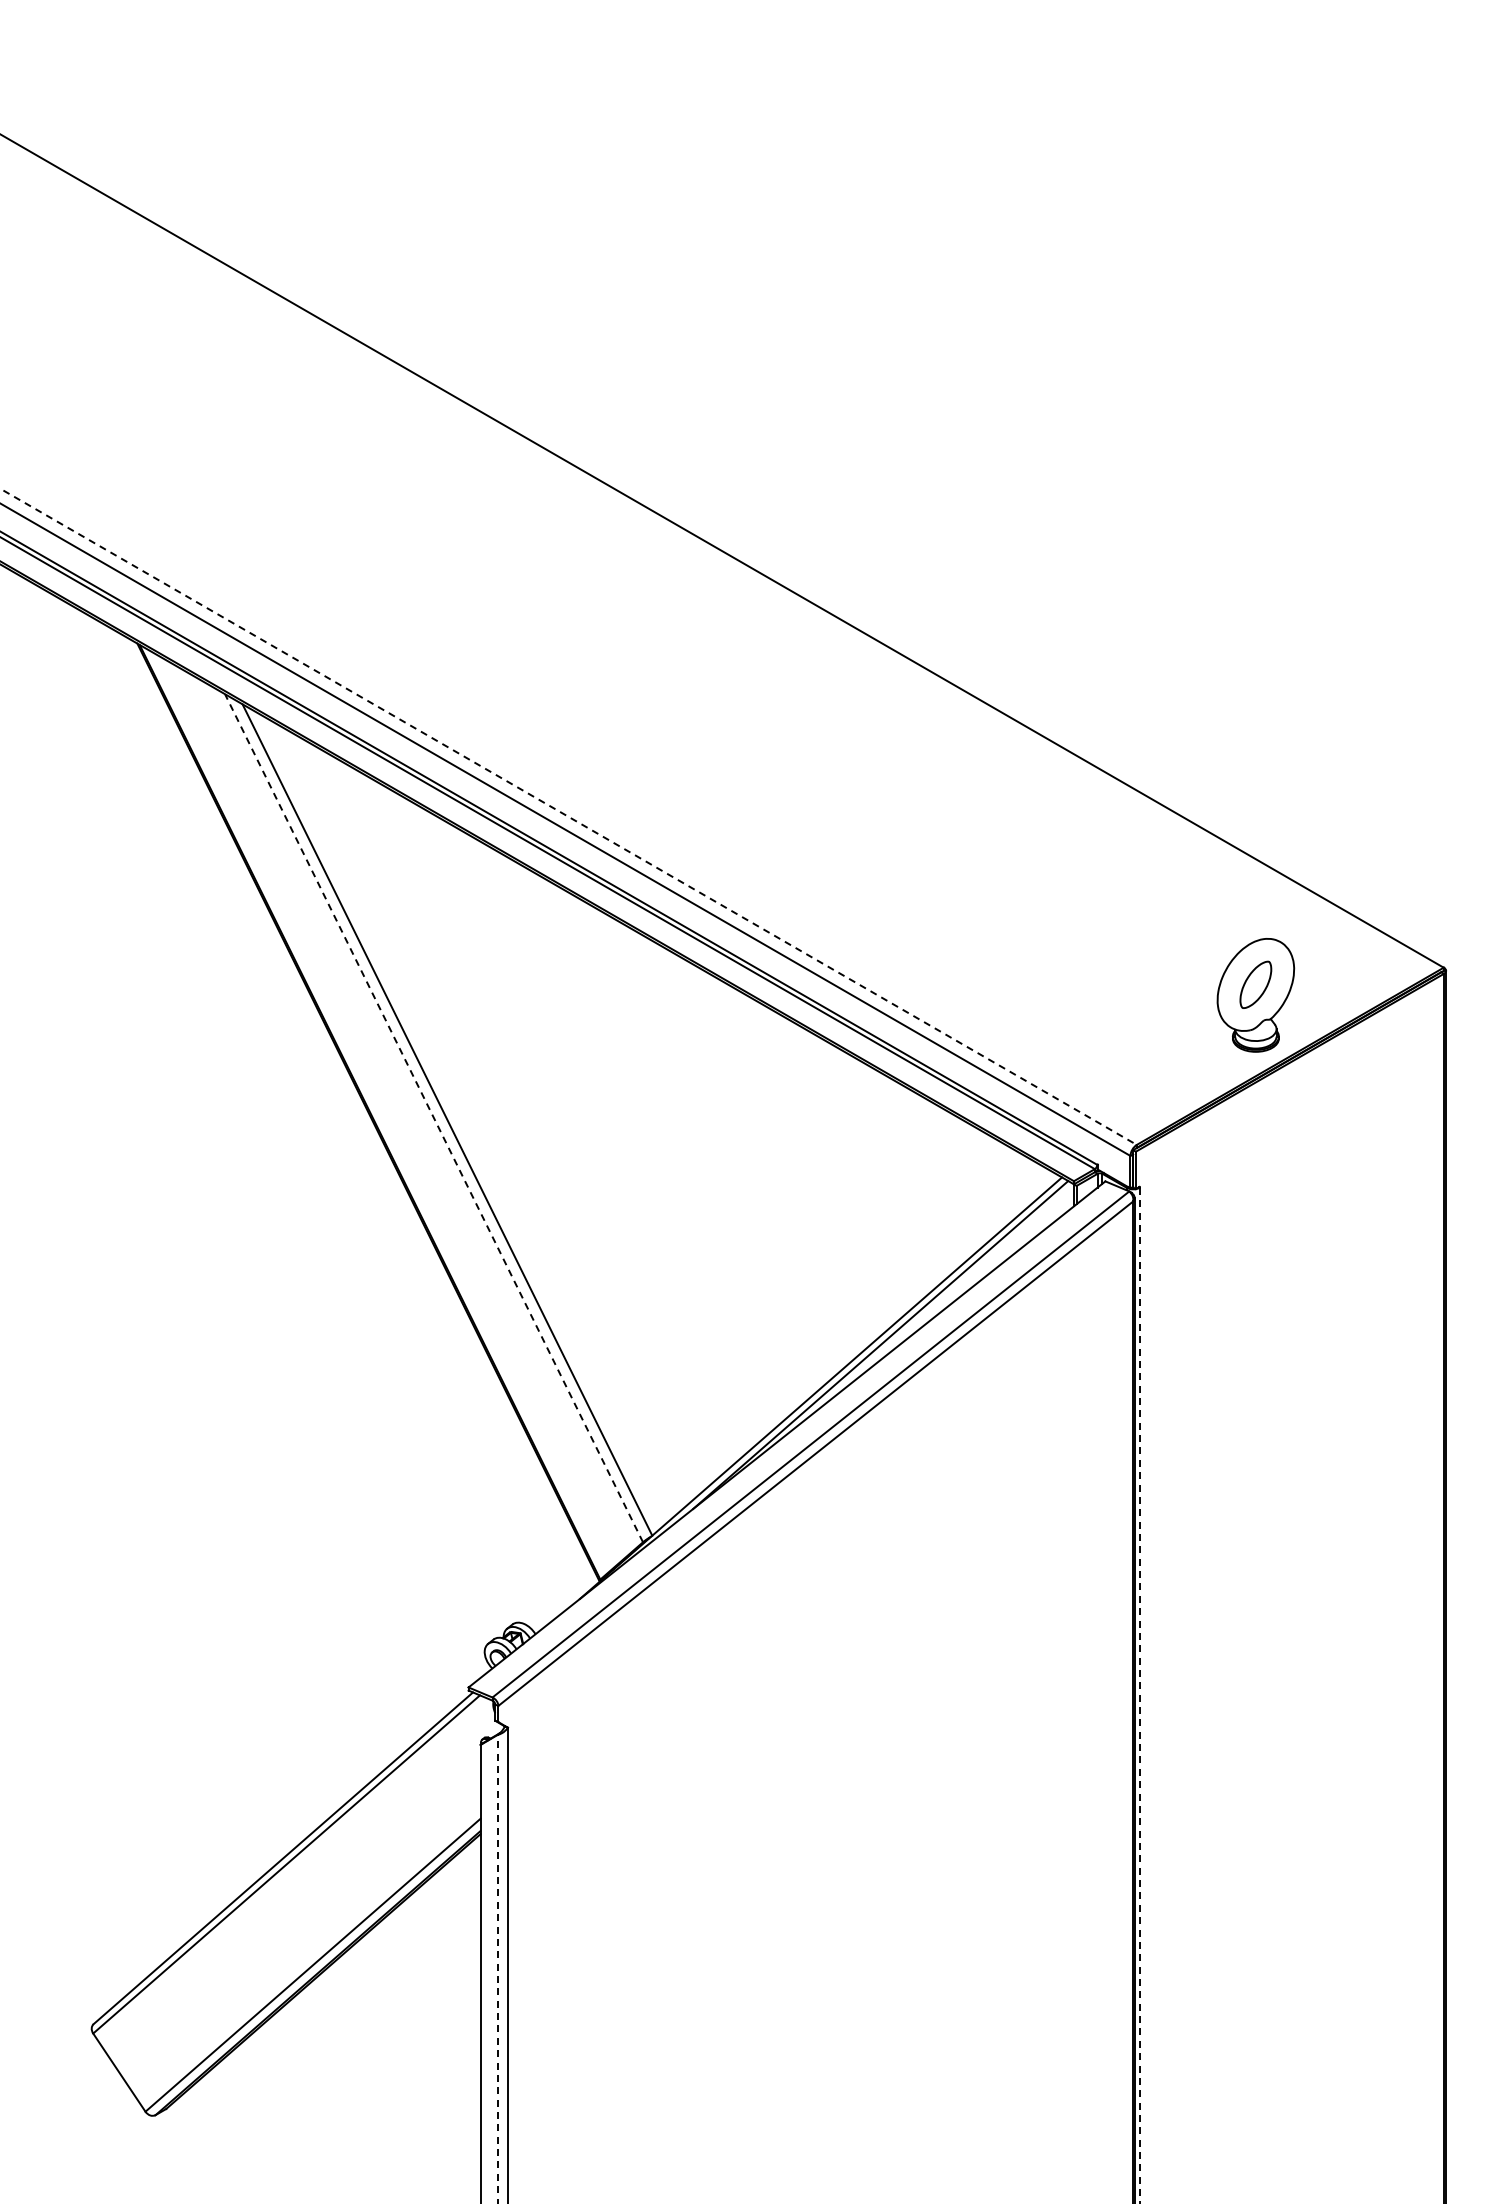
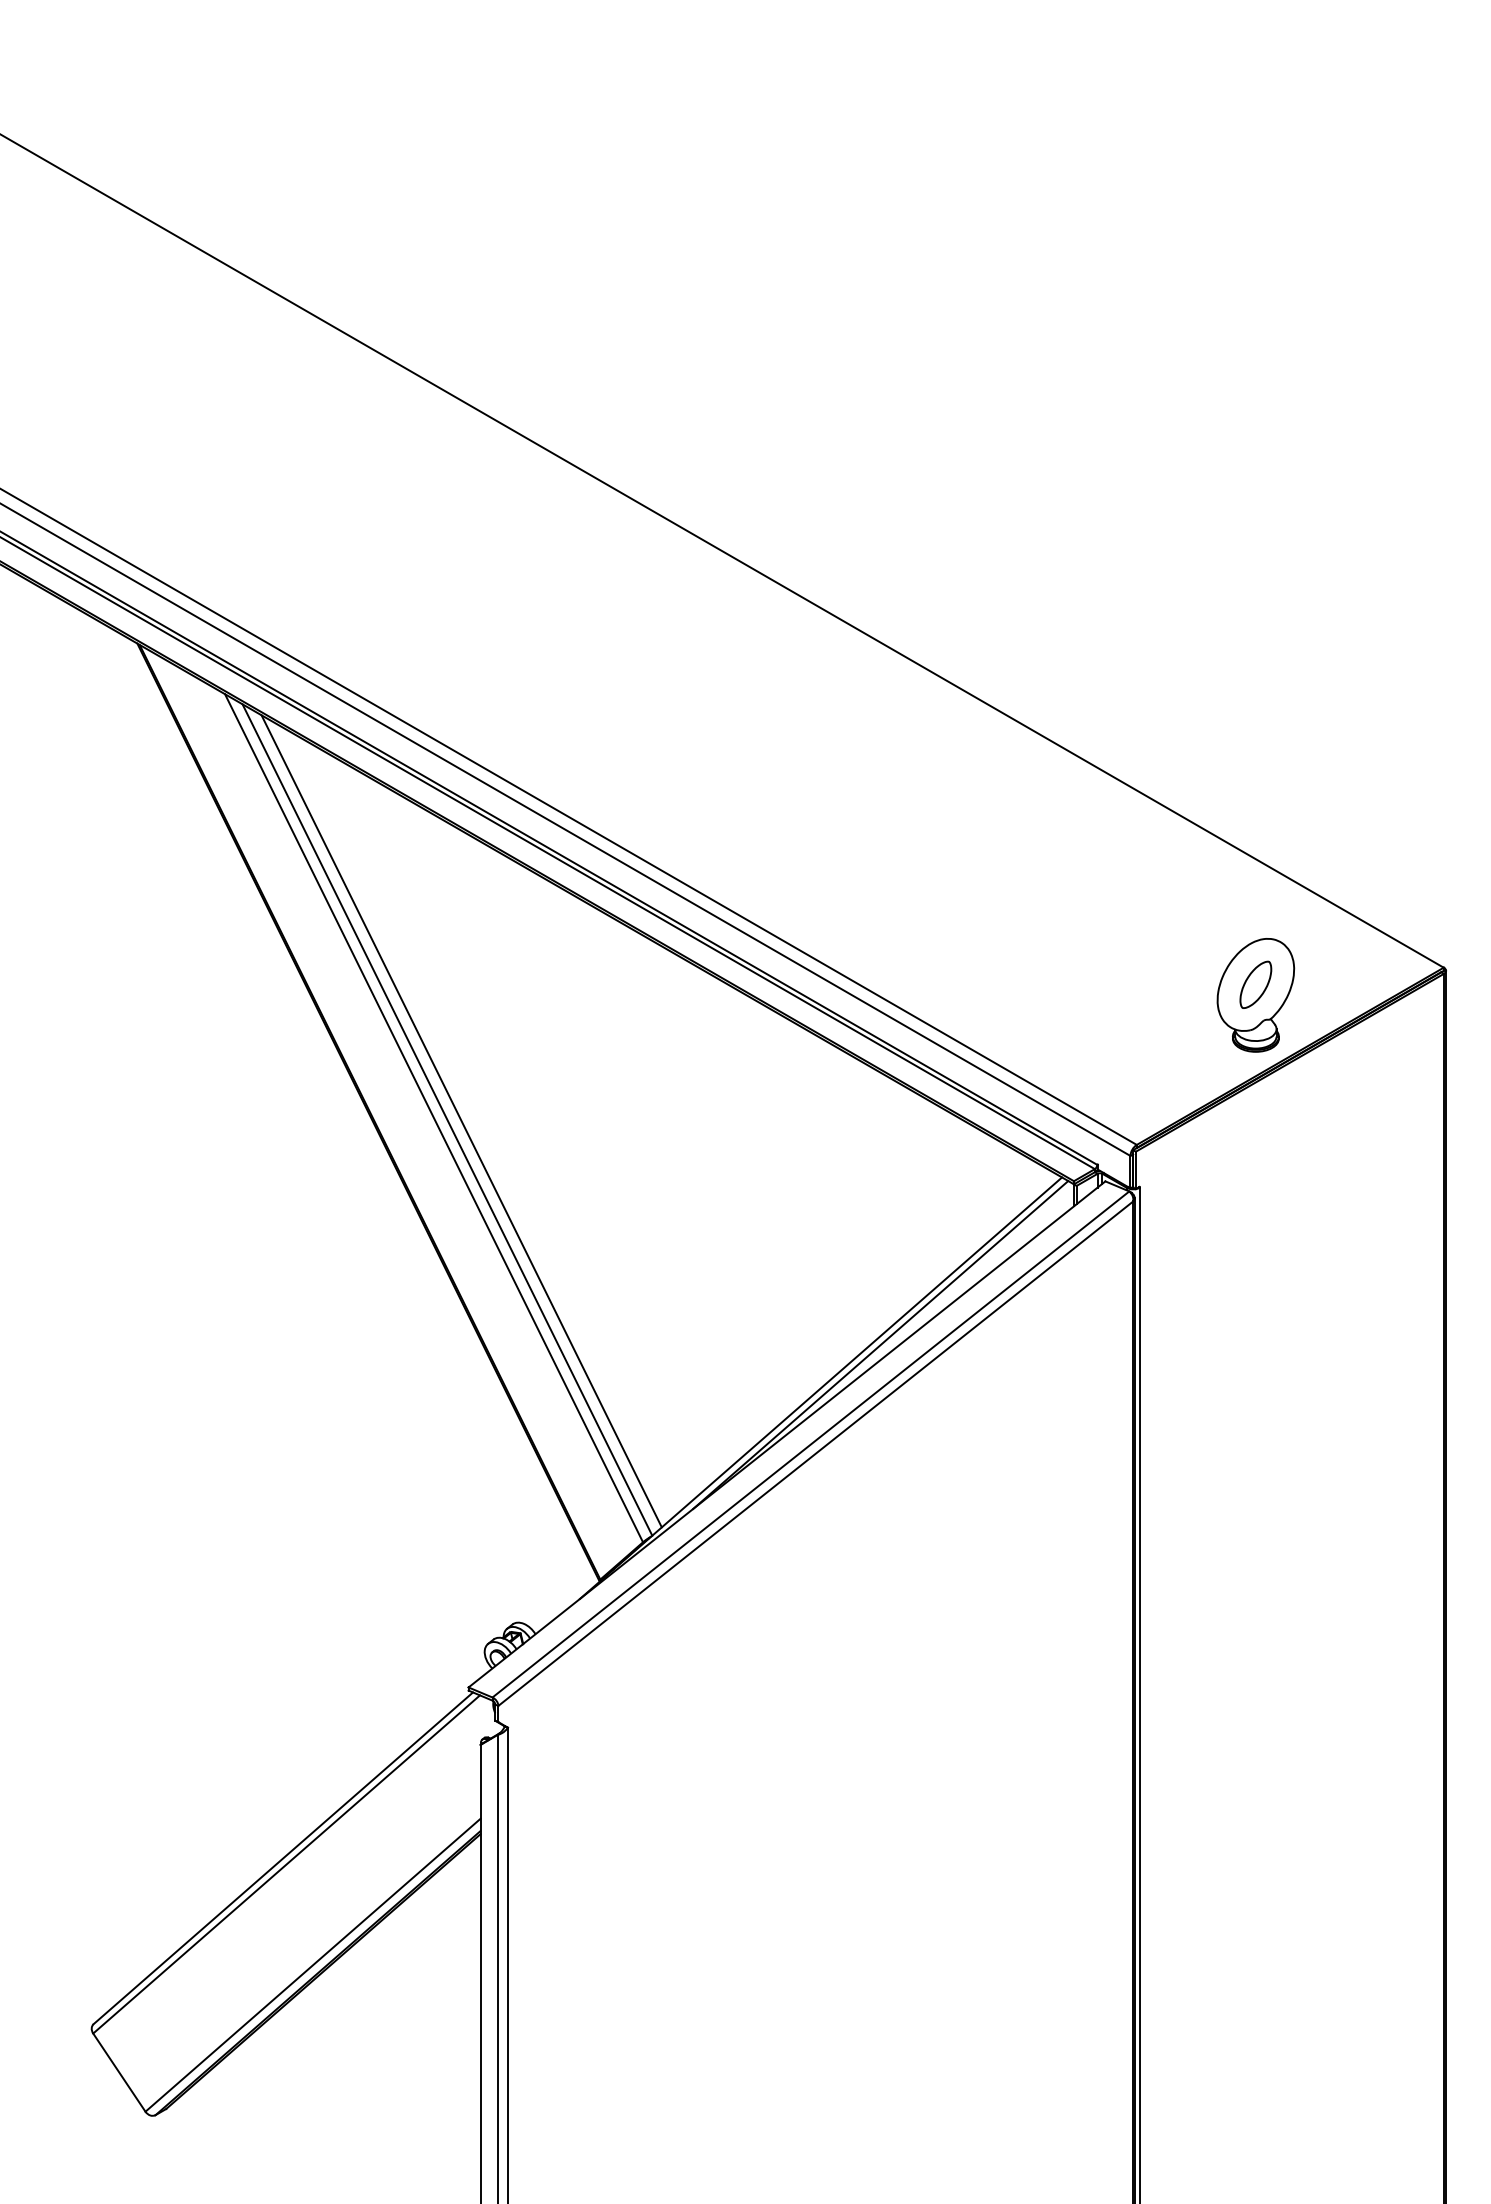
line at (568, 817): dashed -> solid
line at (434, 1118): dashed -> solid
line at (461, 1121): none -> present
line at (1139, 1695): dashed -> solid
line at (497, 1968): dashed -> solid
